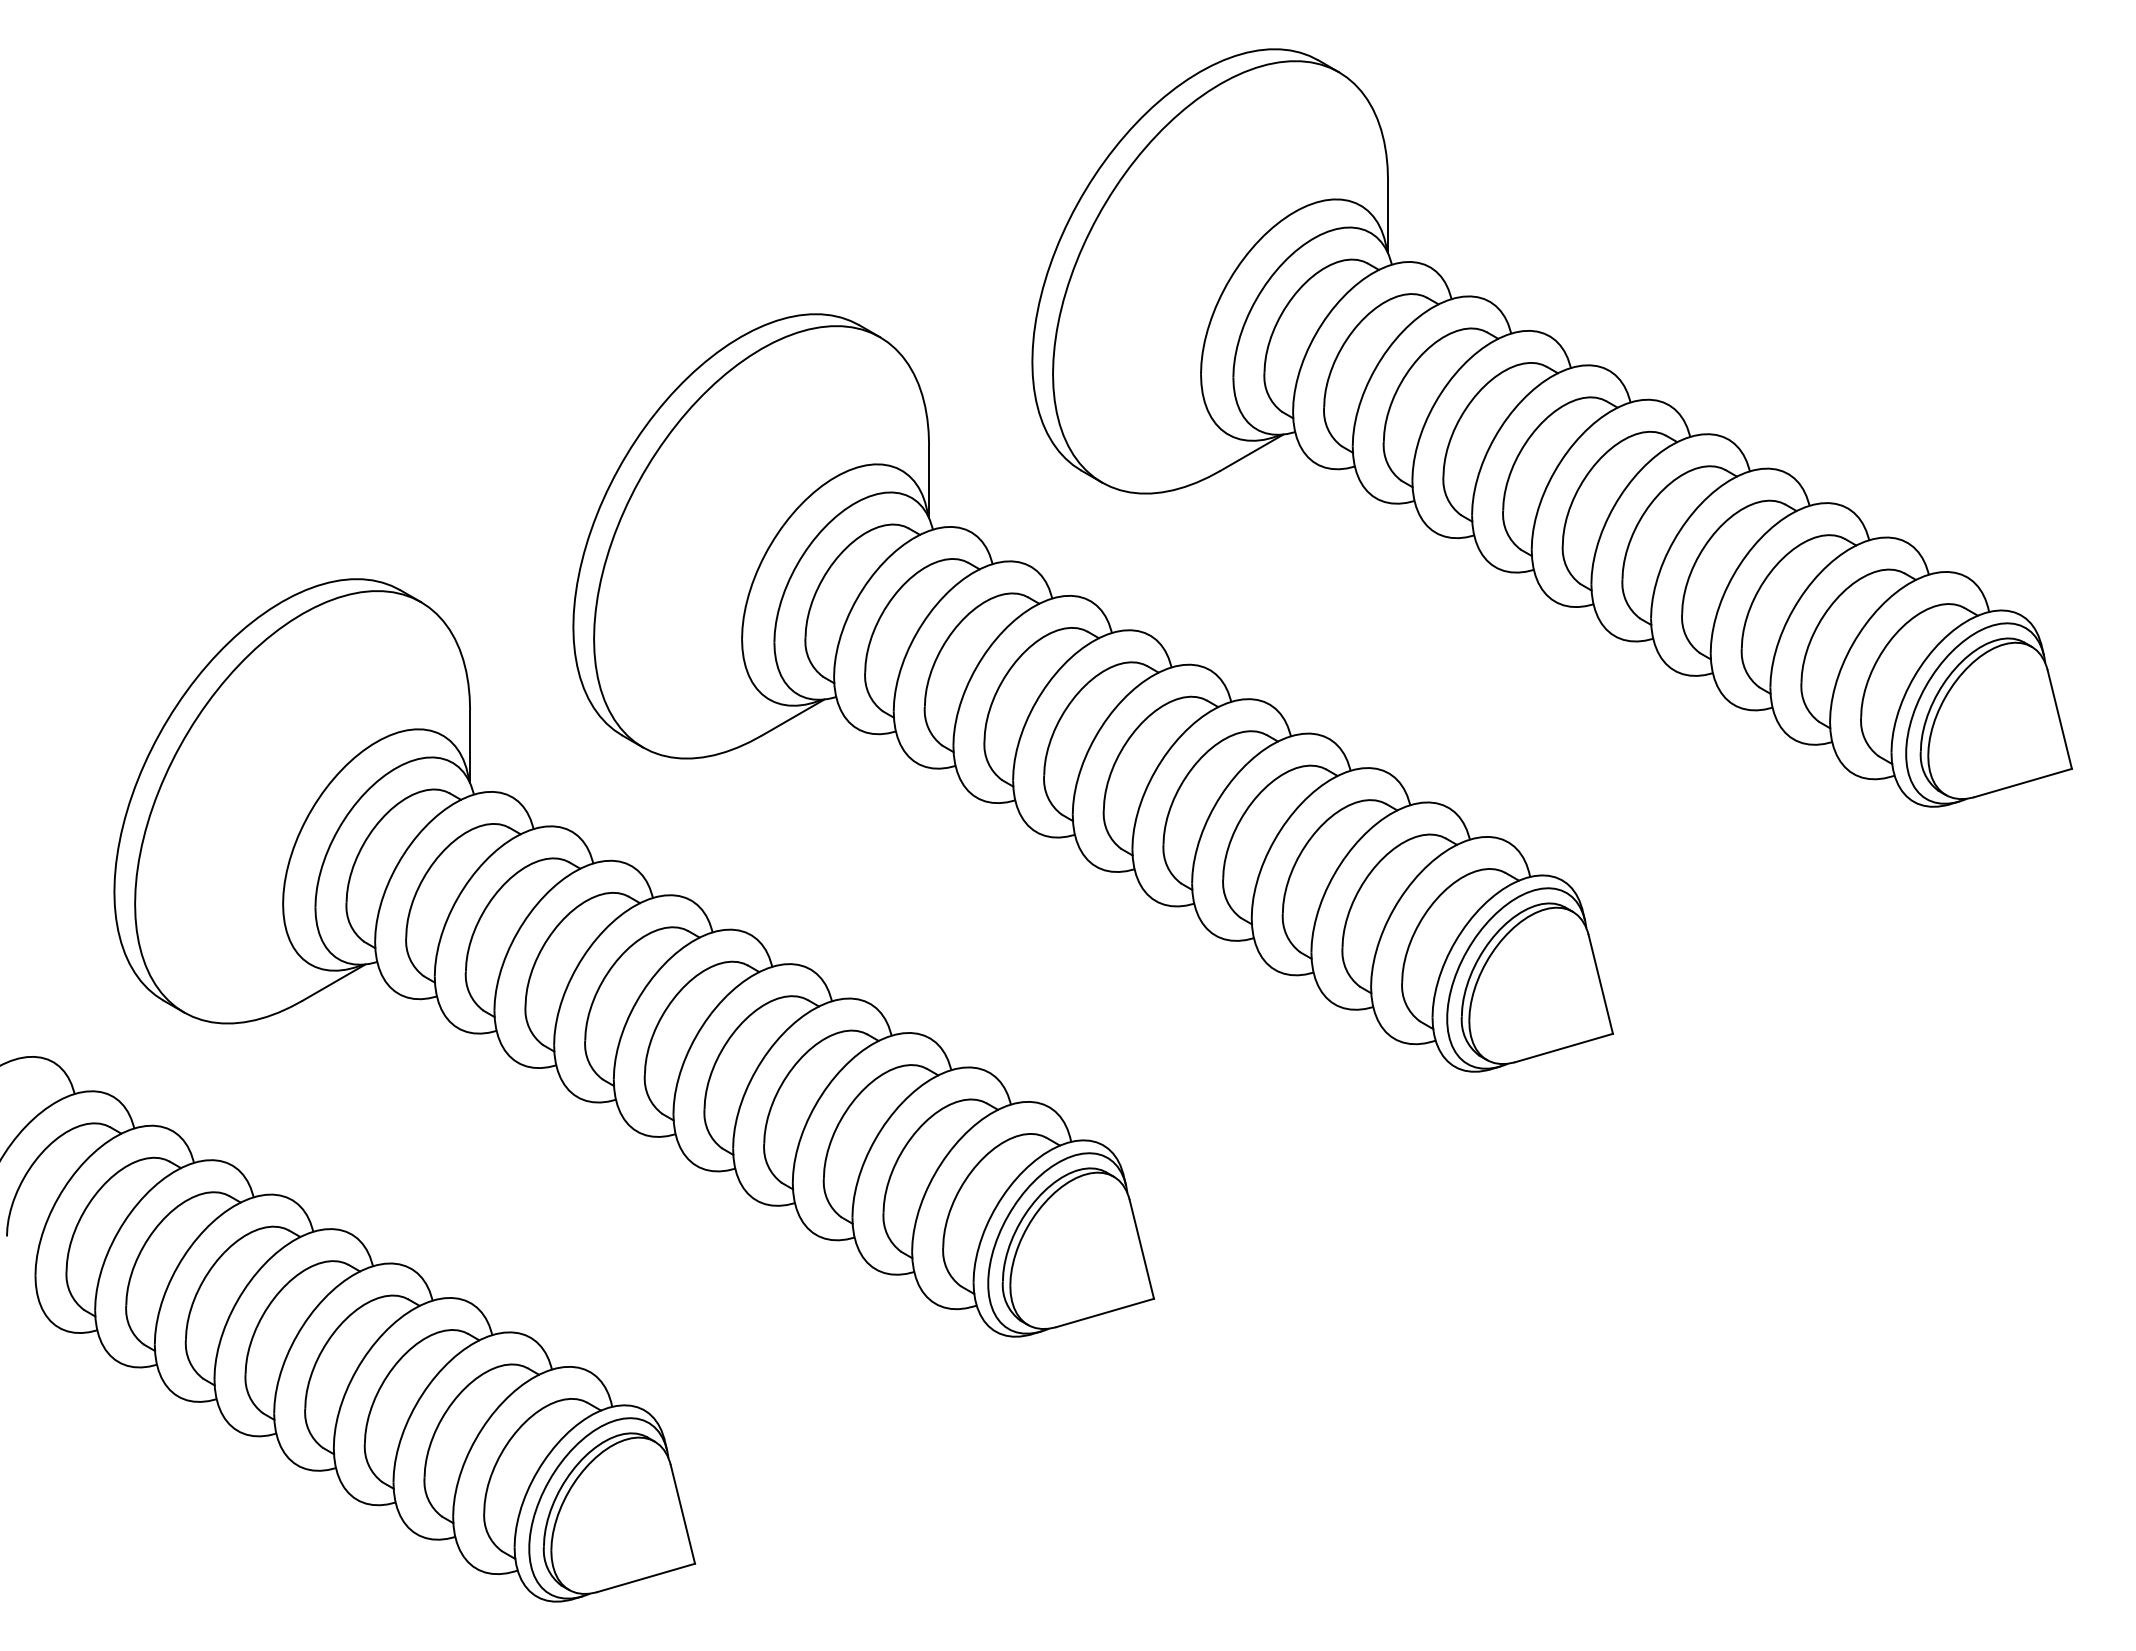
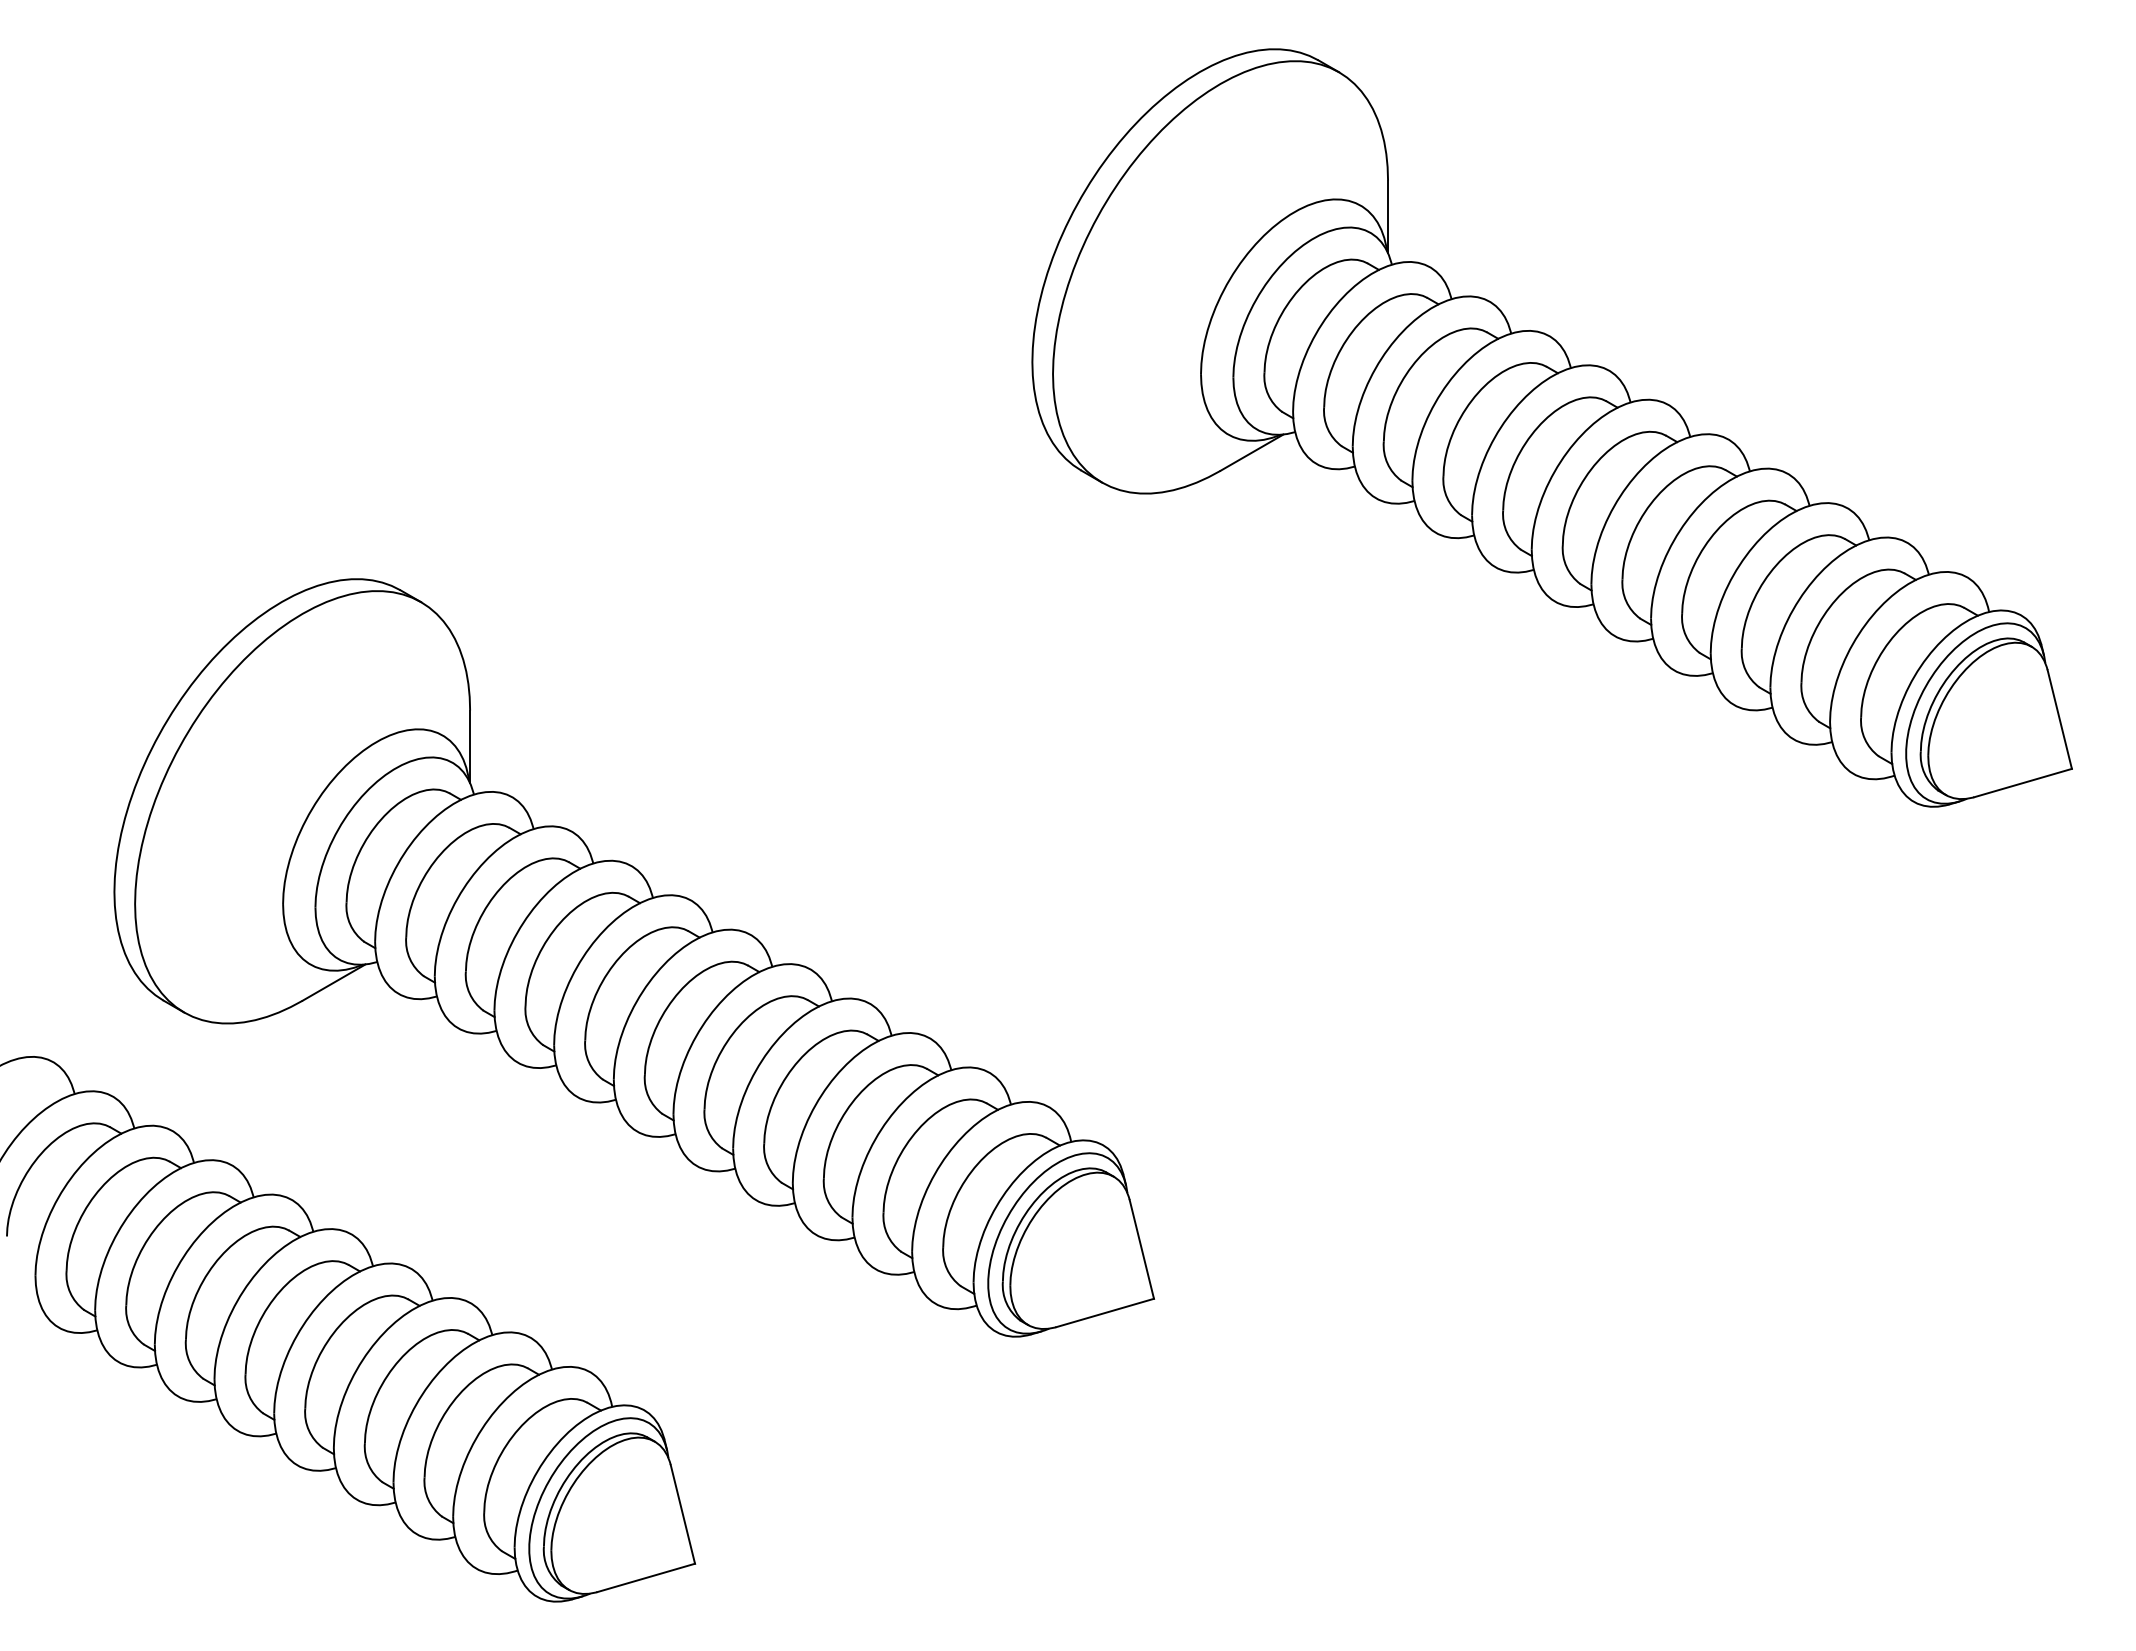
part at (1092, 692): present -> none
